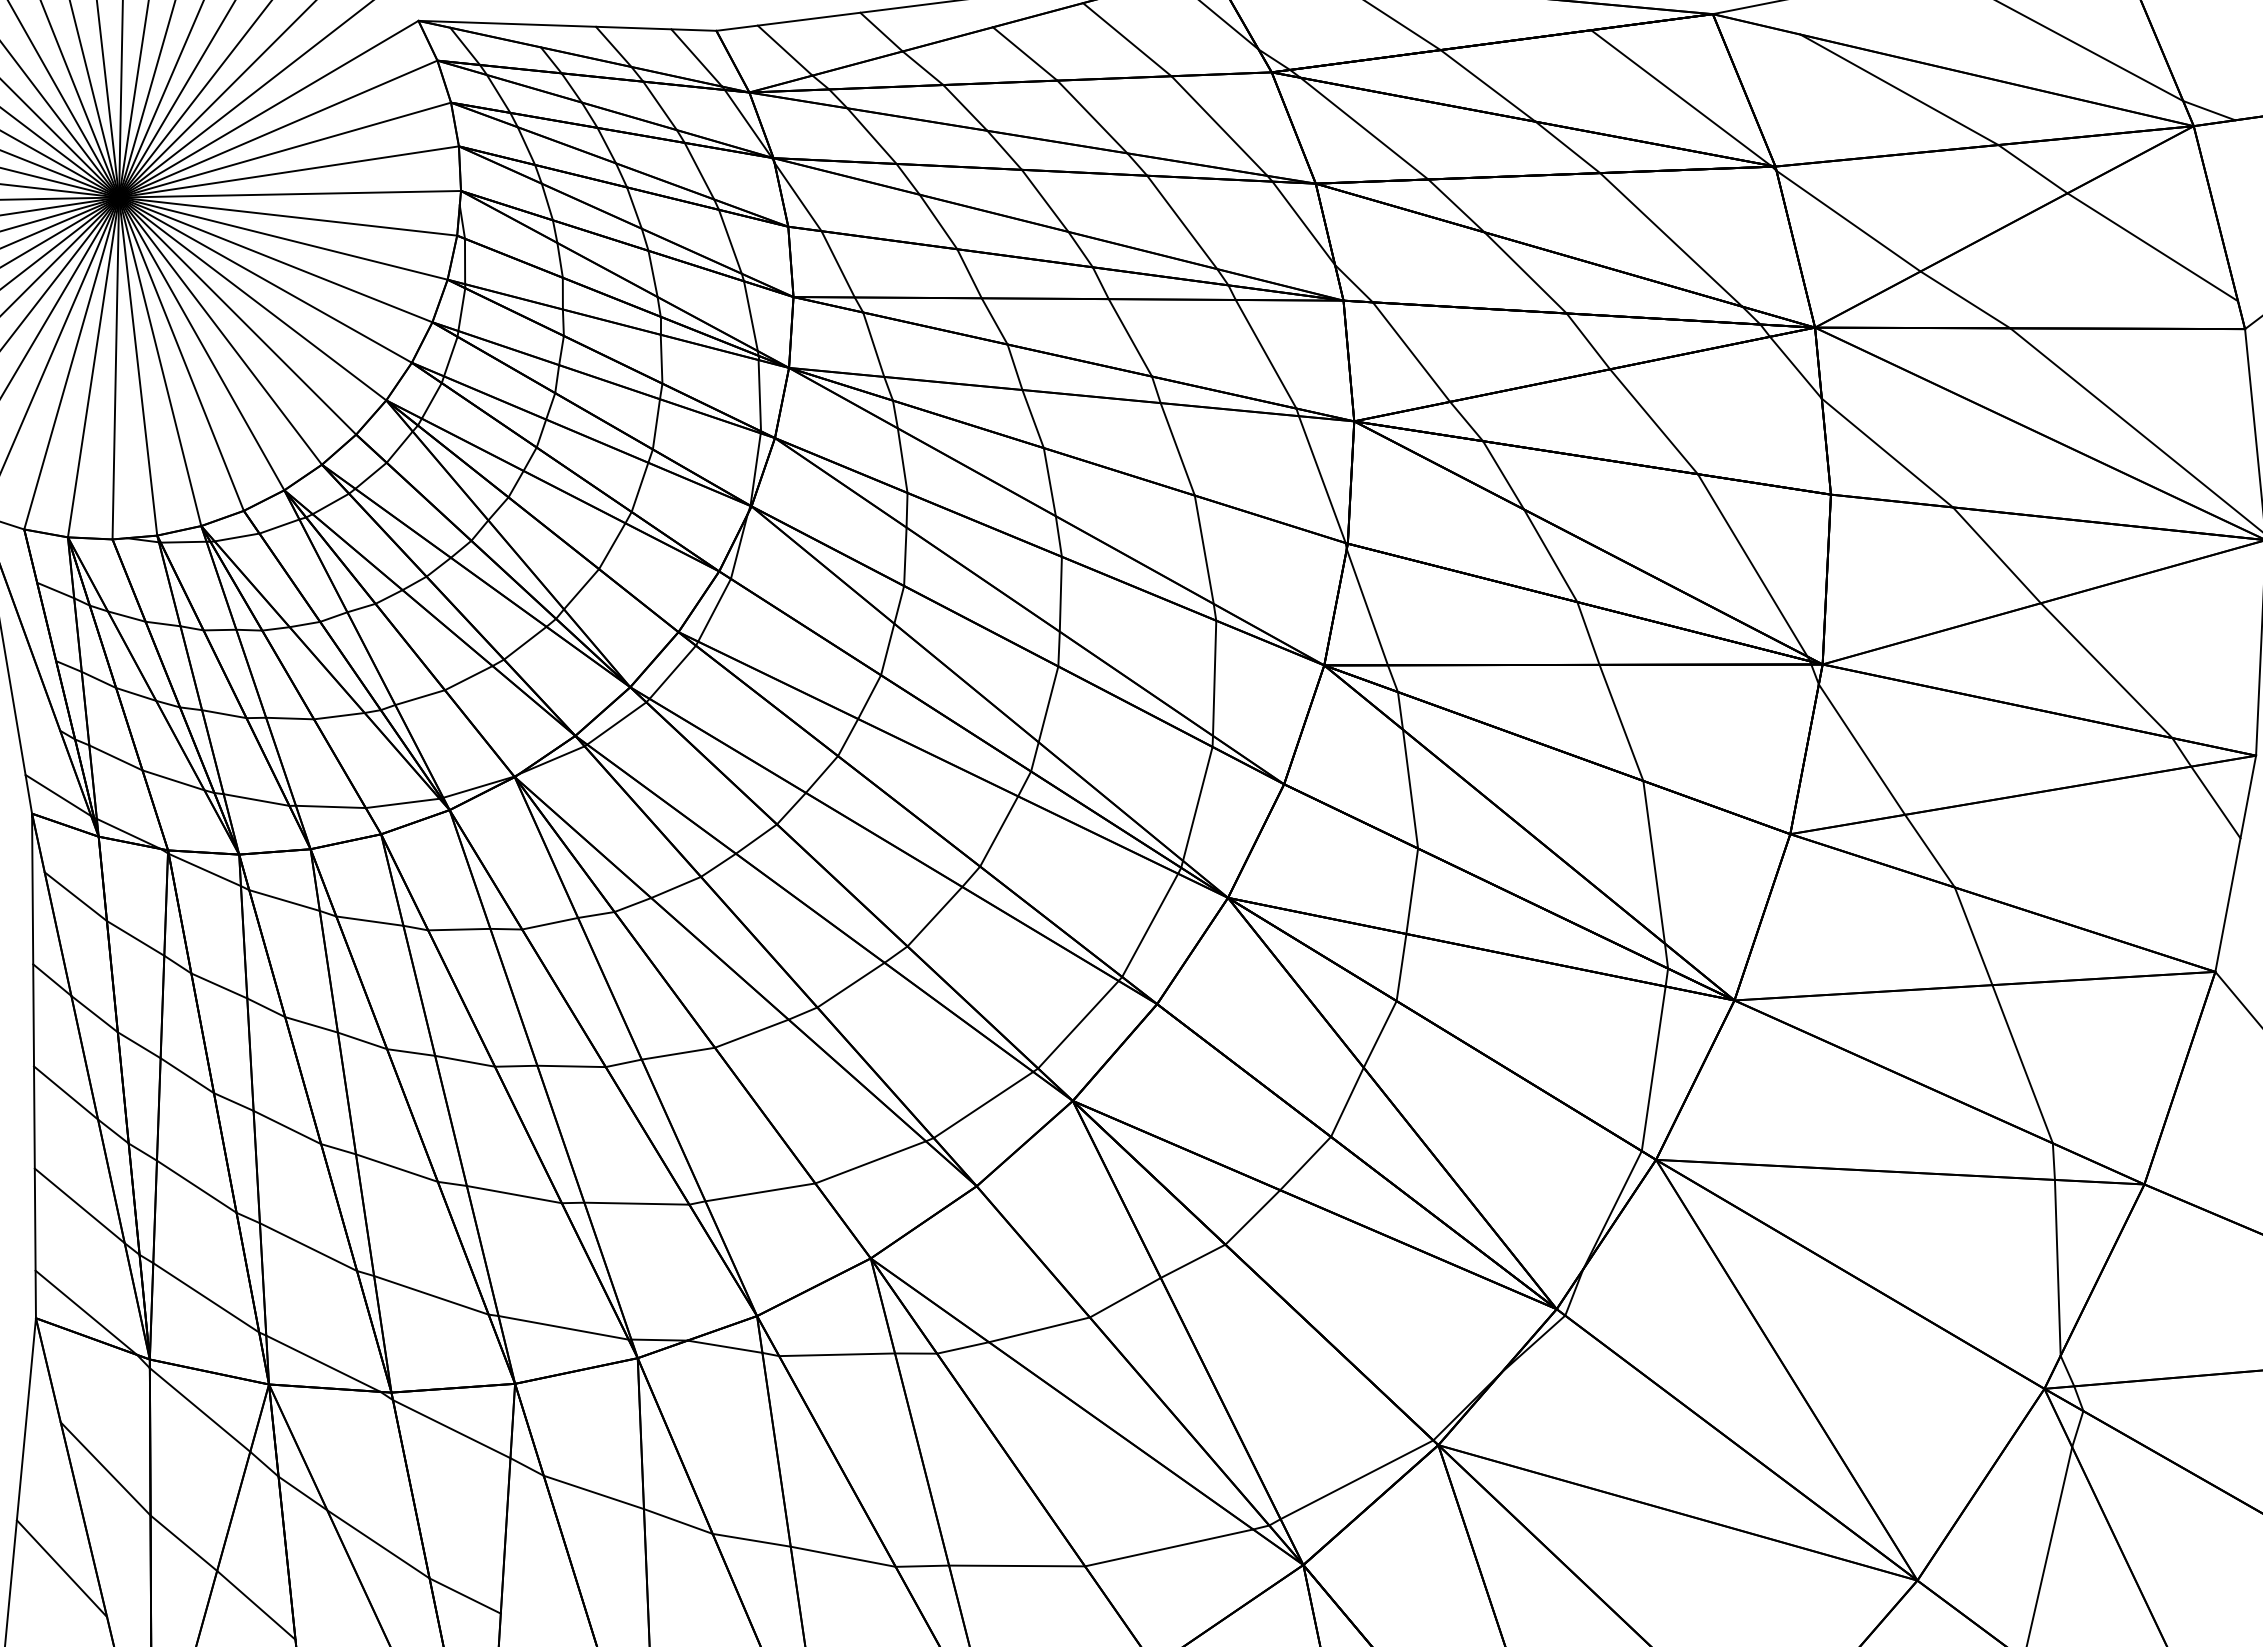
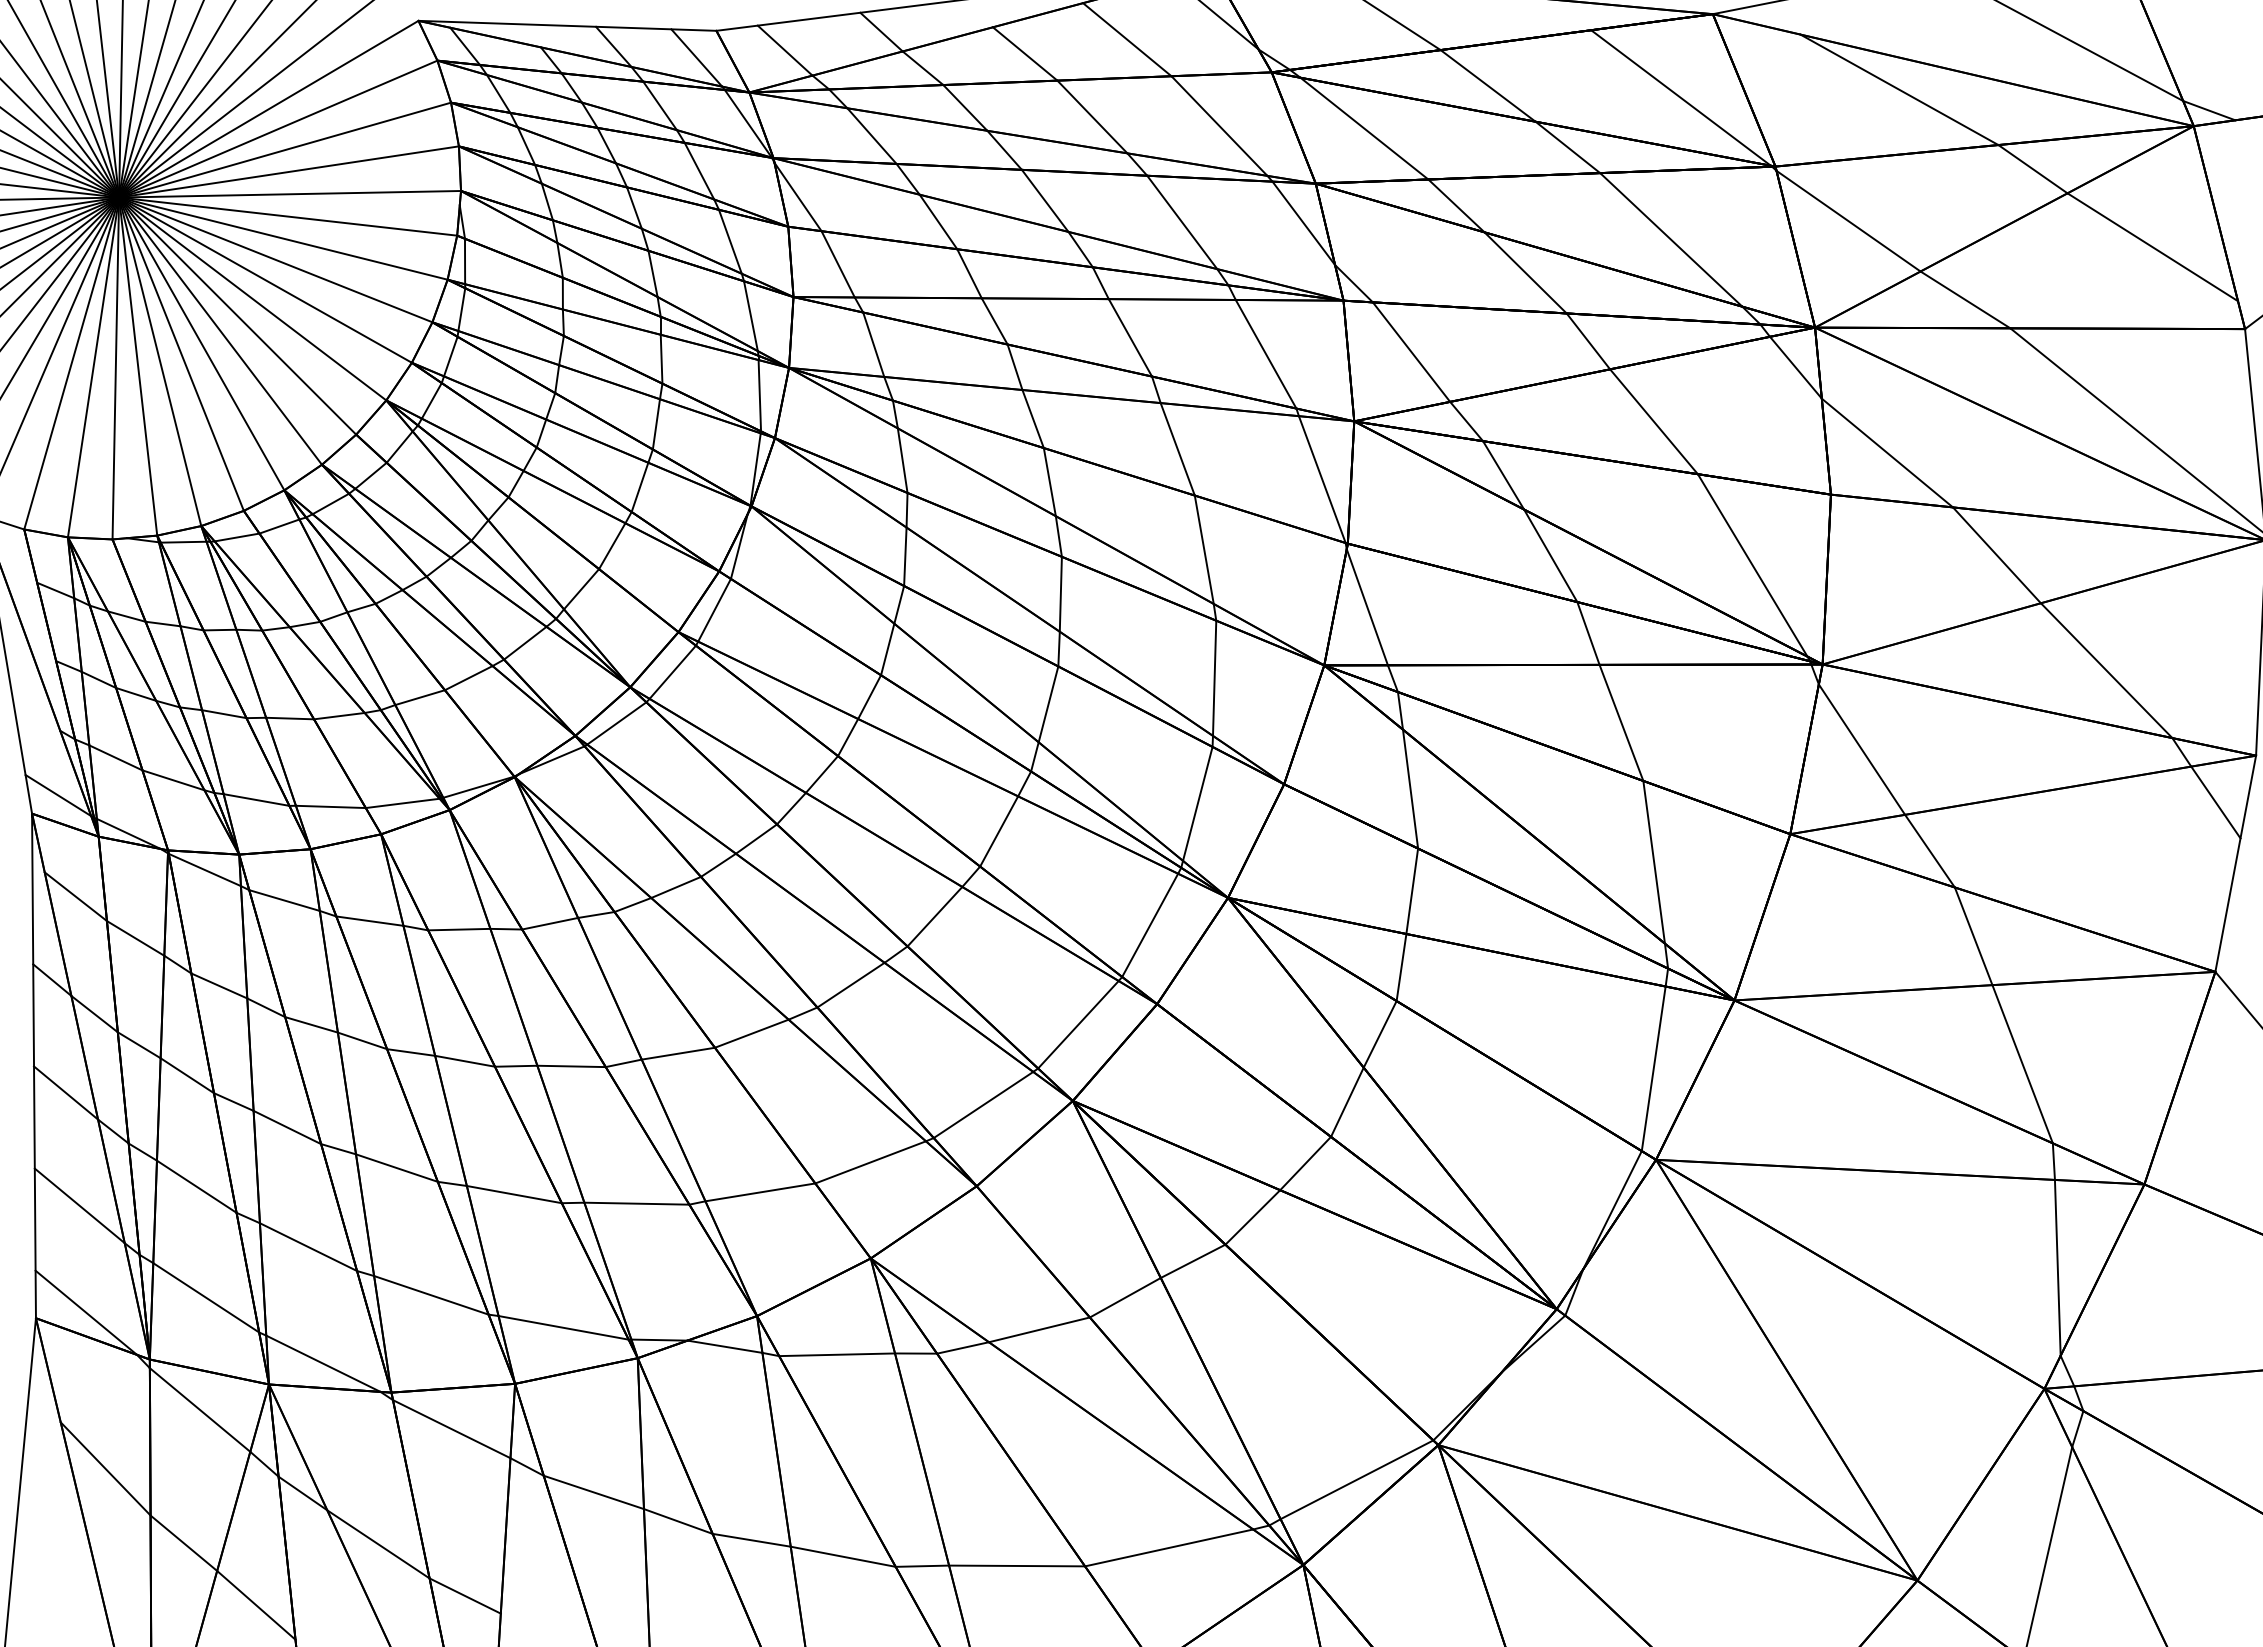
line at (61, 1568): present -> none
